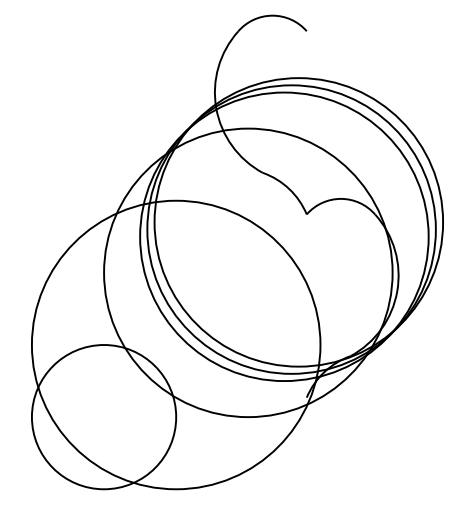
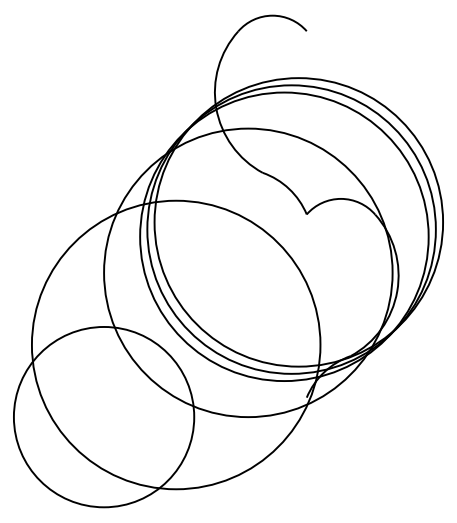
circle at (103, 417) diameter: 144 px -> 180 px
